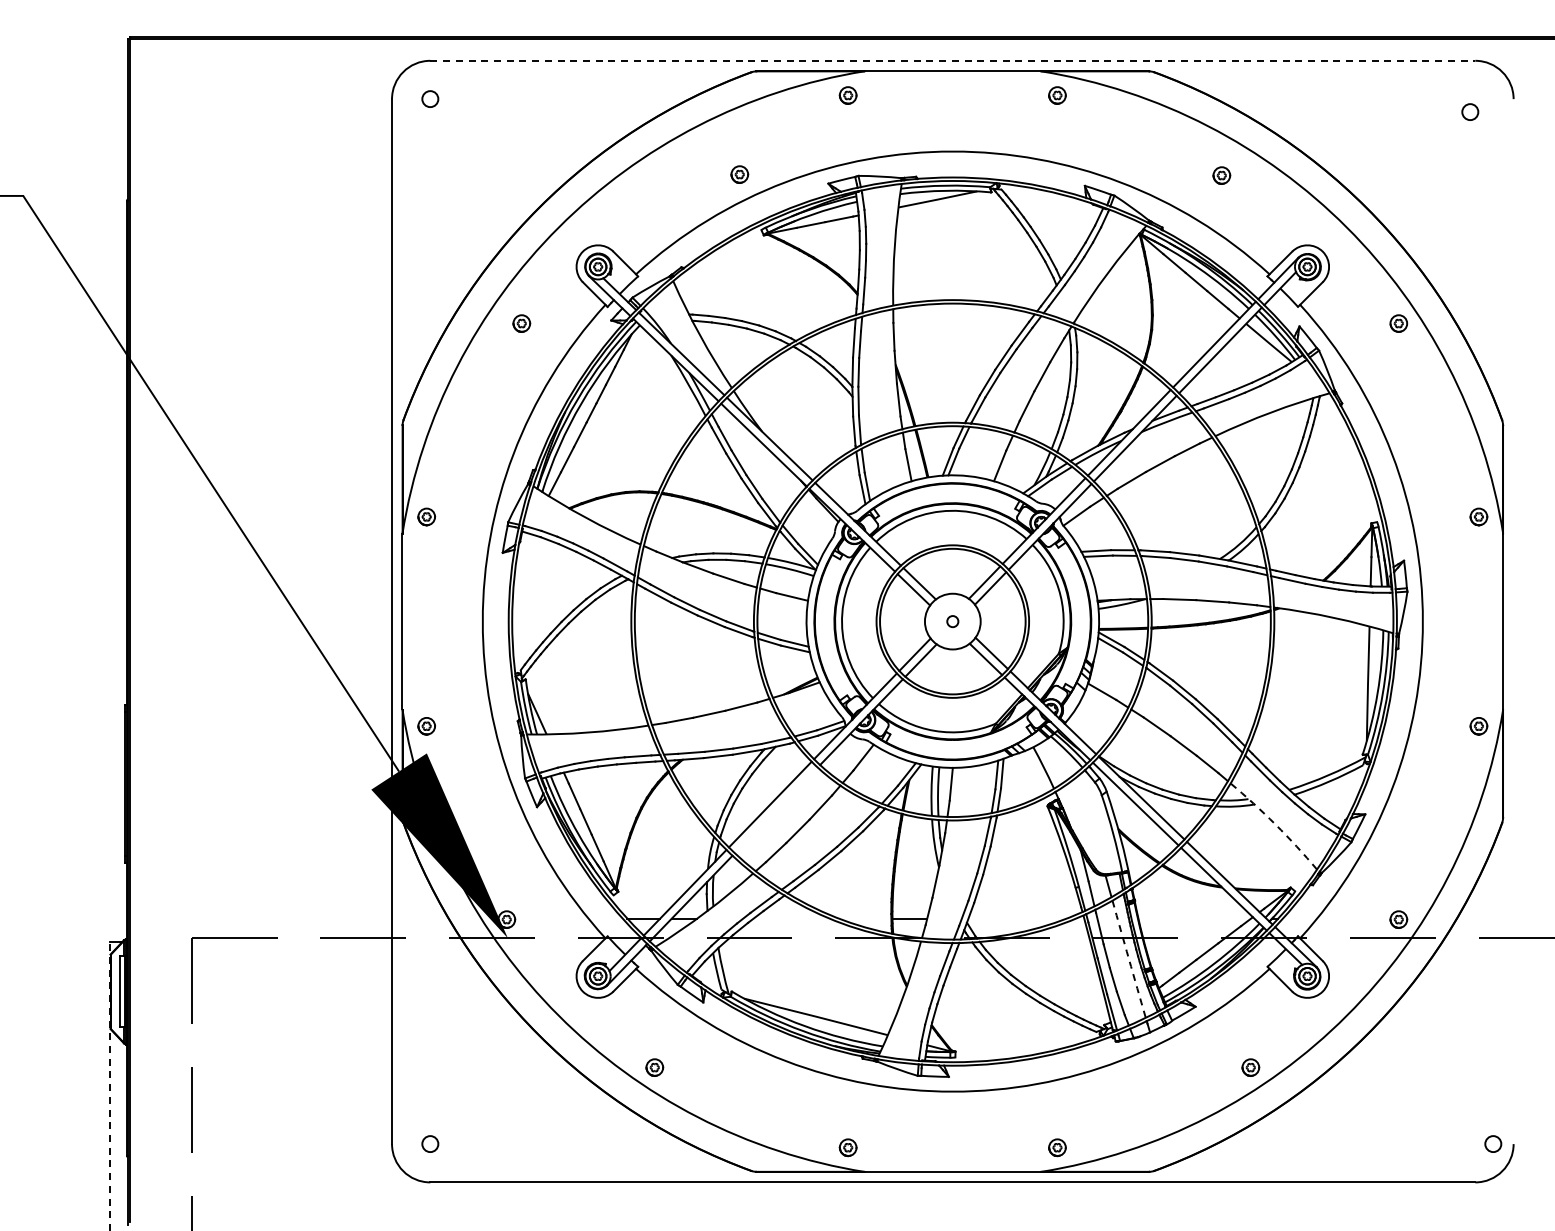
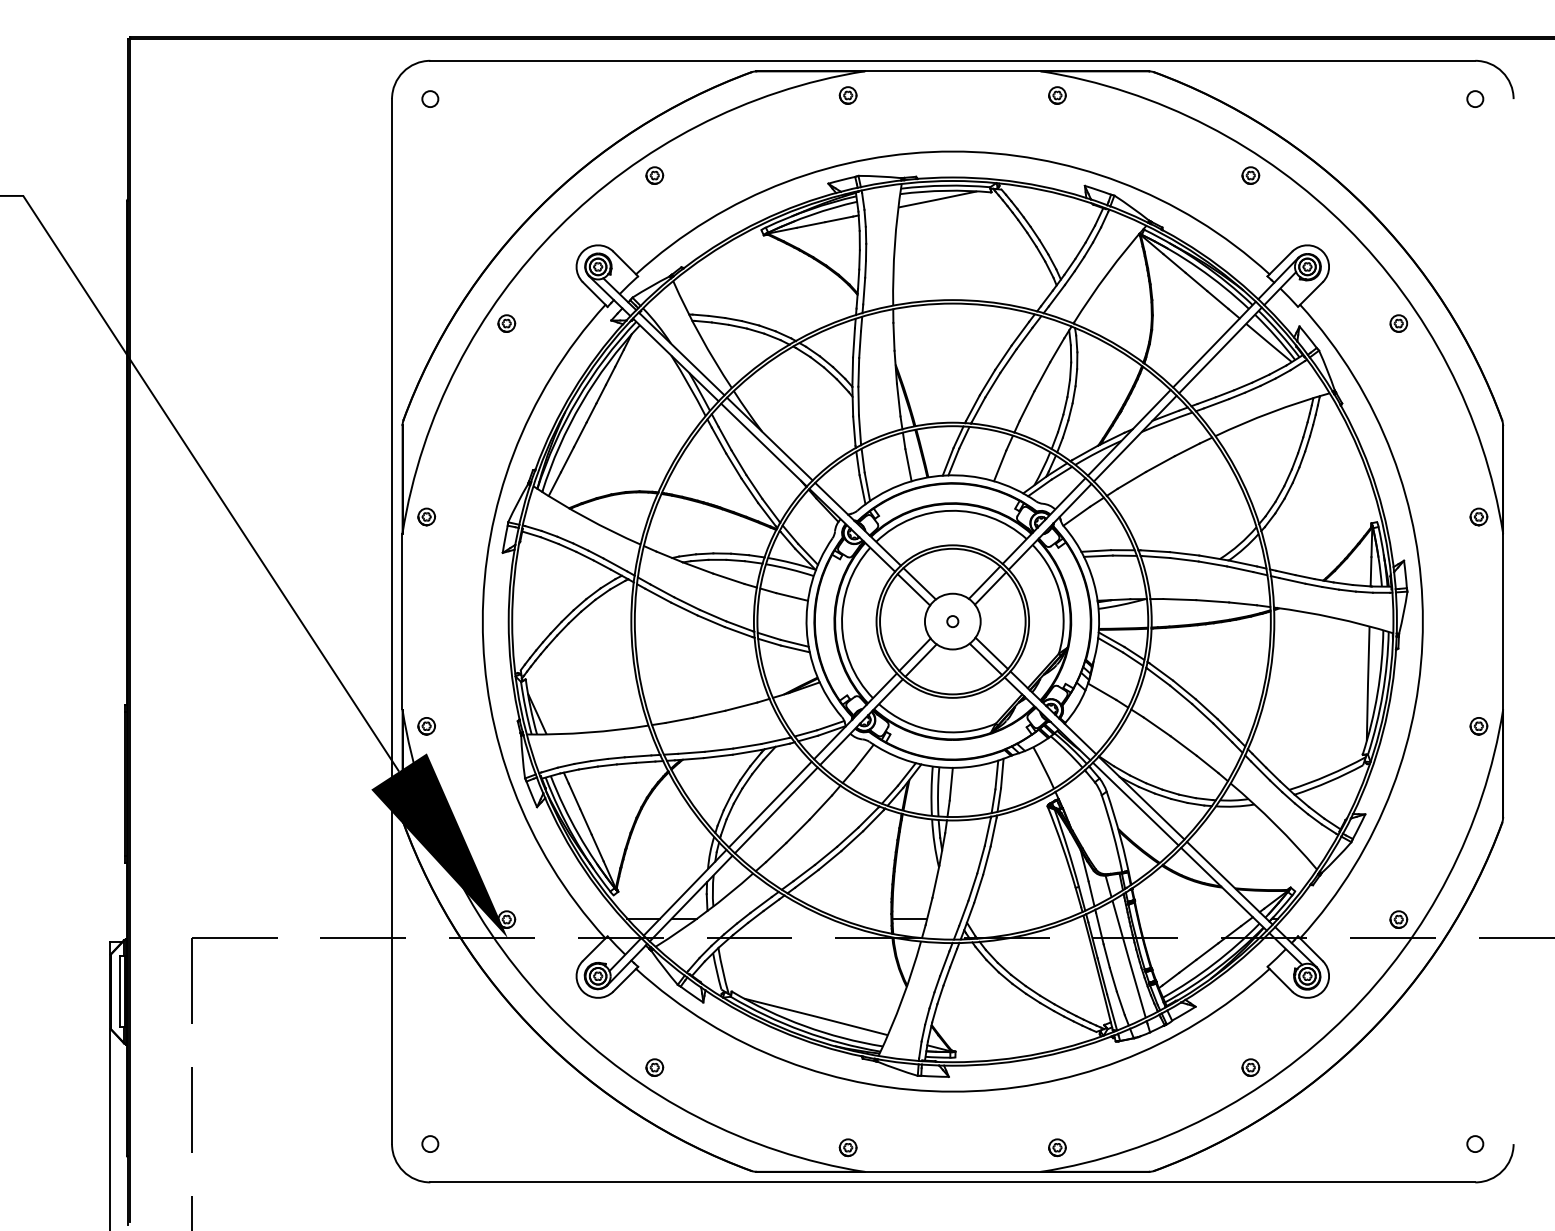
line at (953, 60): dashed -> solid
circle at (1470, 111) position: (1470, 111) -> (1475, 98)
part at (739, 174) position: (739, 174) -> (654, 175)
part at (1221, 175) position: (1221, 175) -> (1250, 175)
part at (521, 323) position: (521, 323) -> (506, 323)
line at (775, 810): none -> present
arc at (1275, 824): dashed -> solid
arc at (1128, 959): dashed -> solid
line at (109, 1085): dashed -> solid
circle at (1493, 1143) position: (1493, 1143) -> (1475, 1143)
